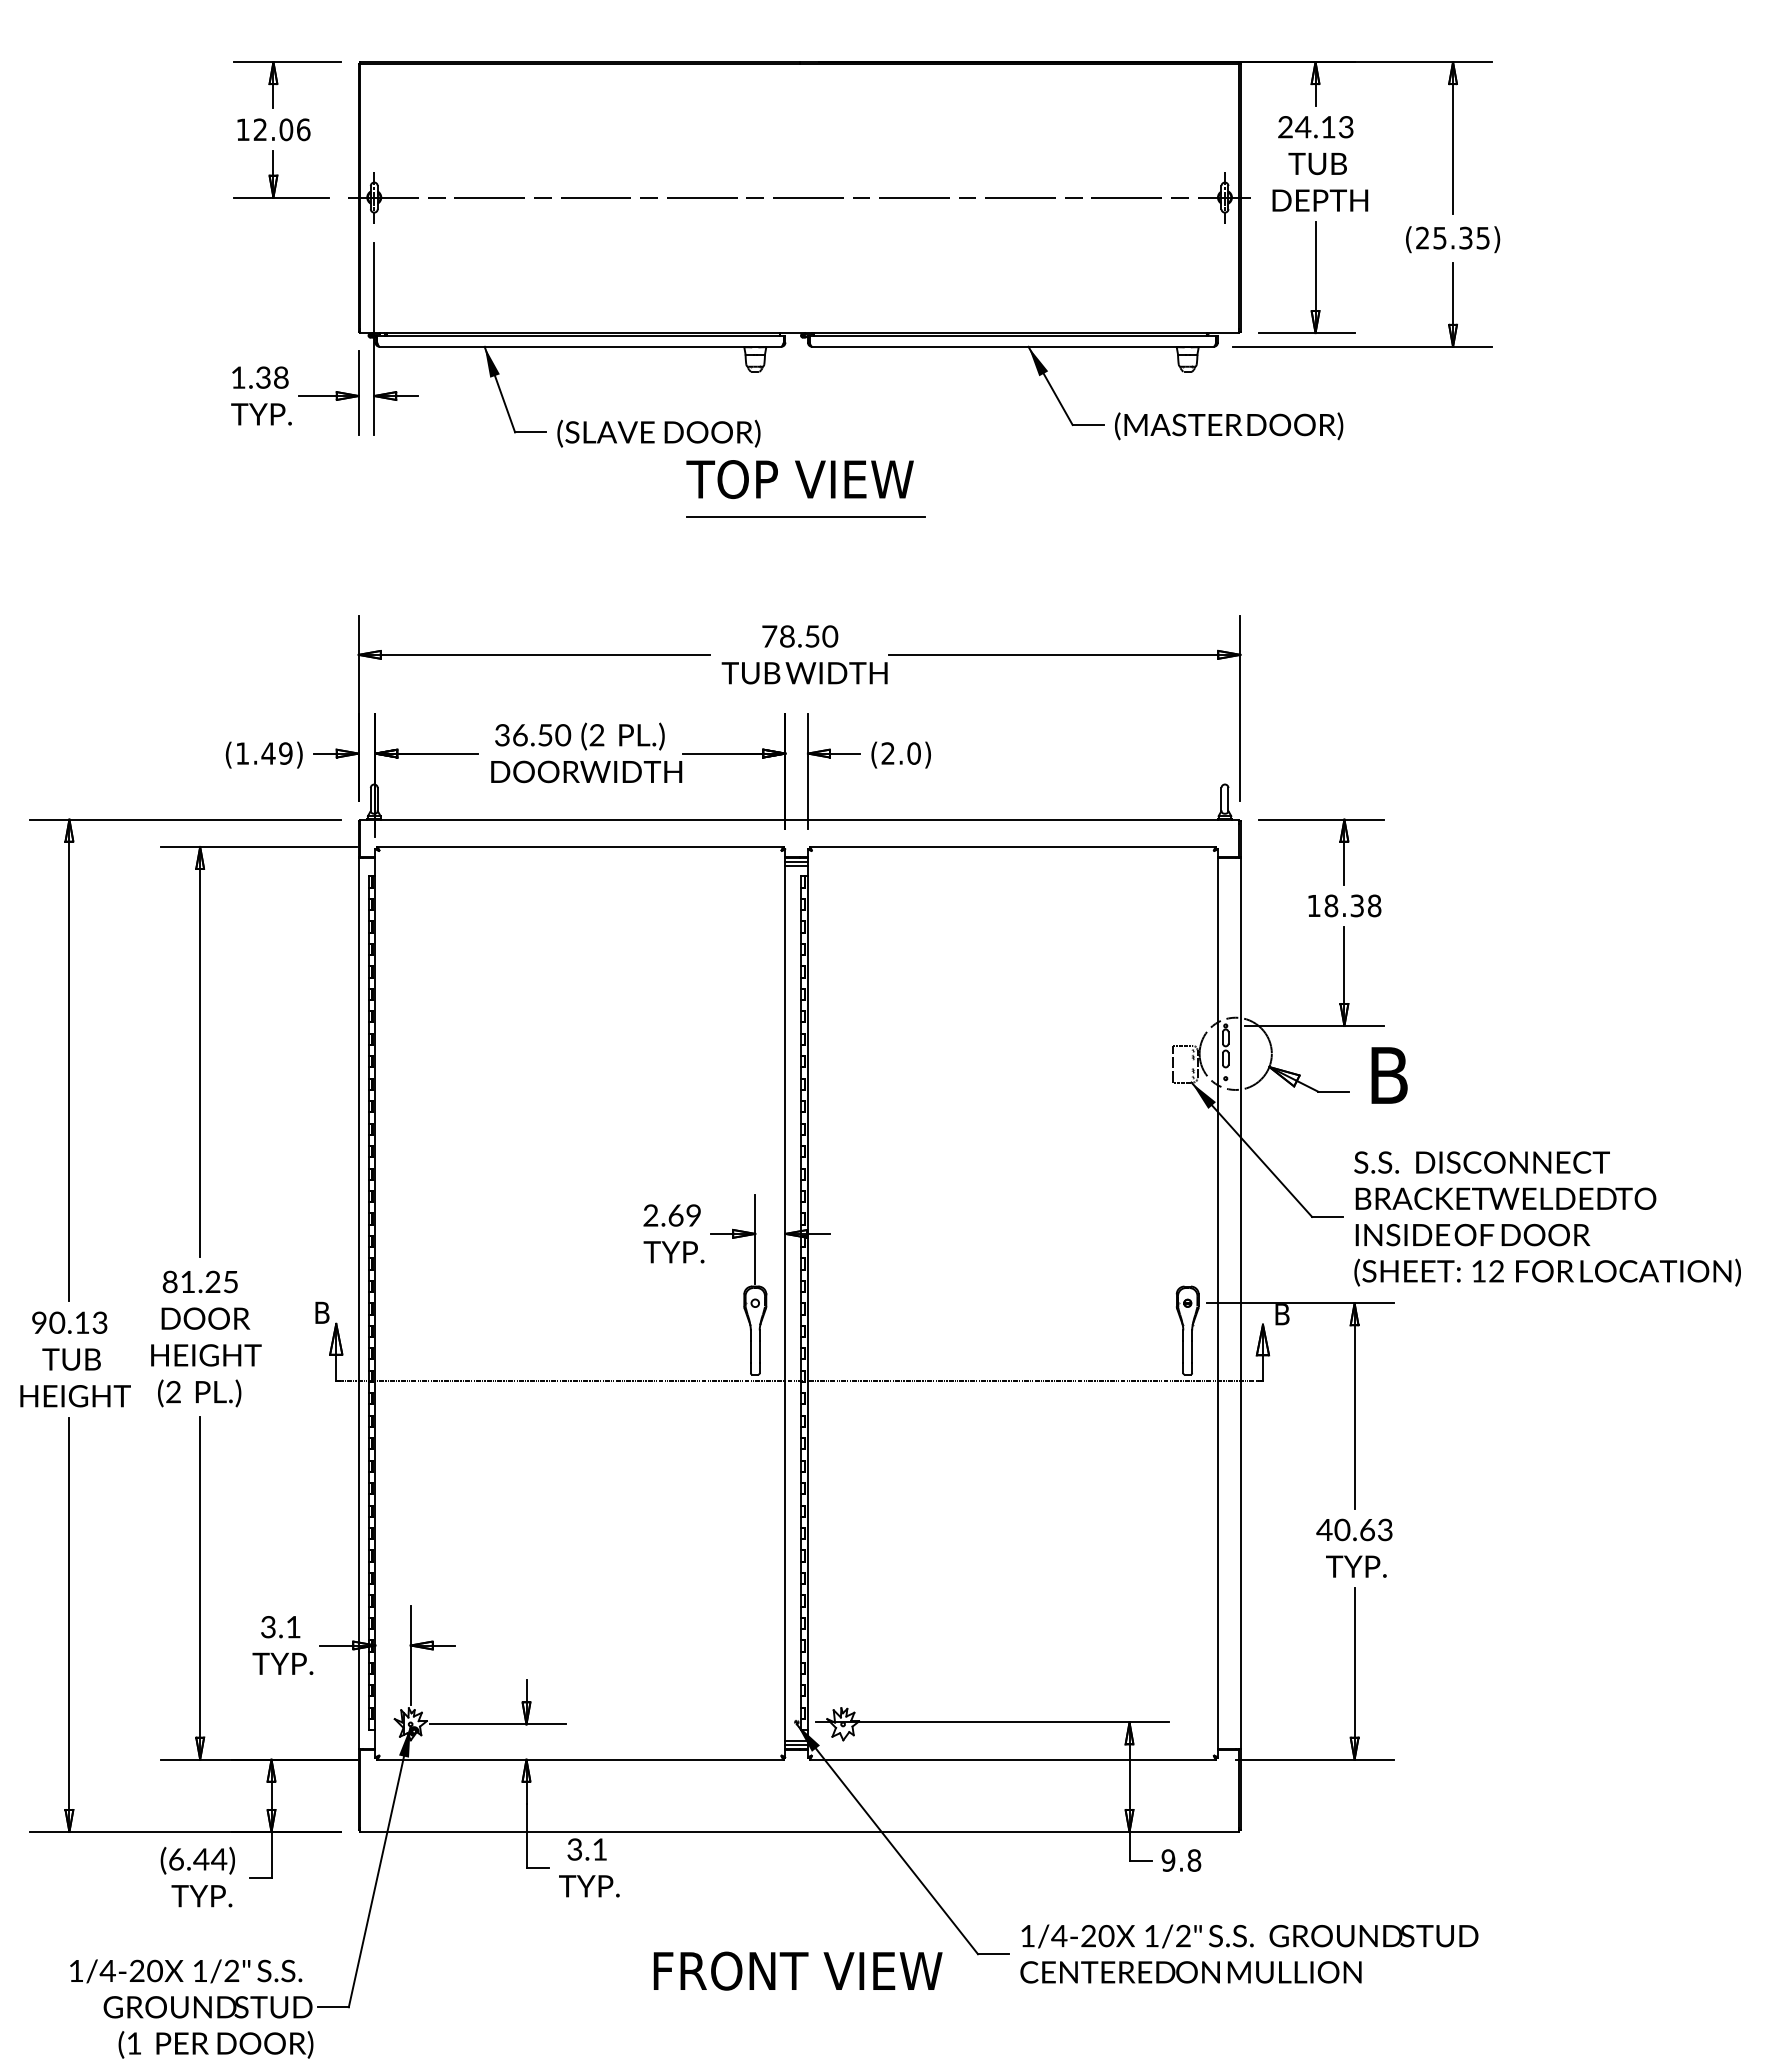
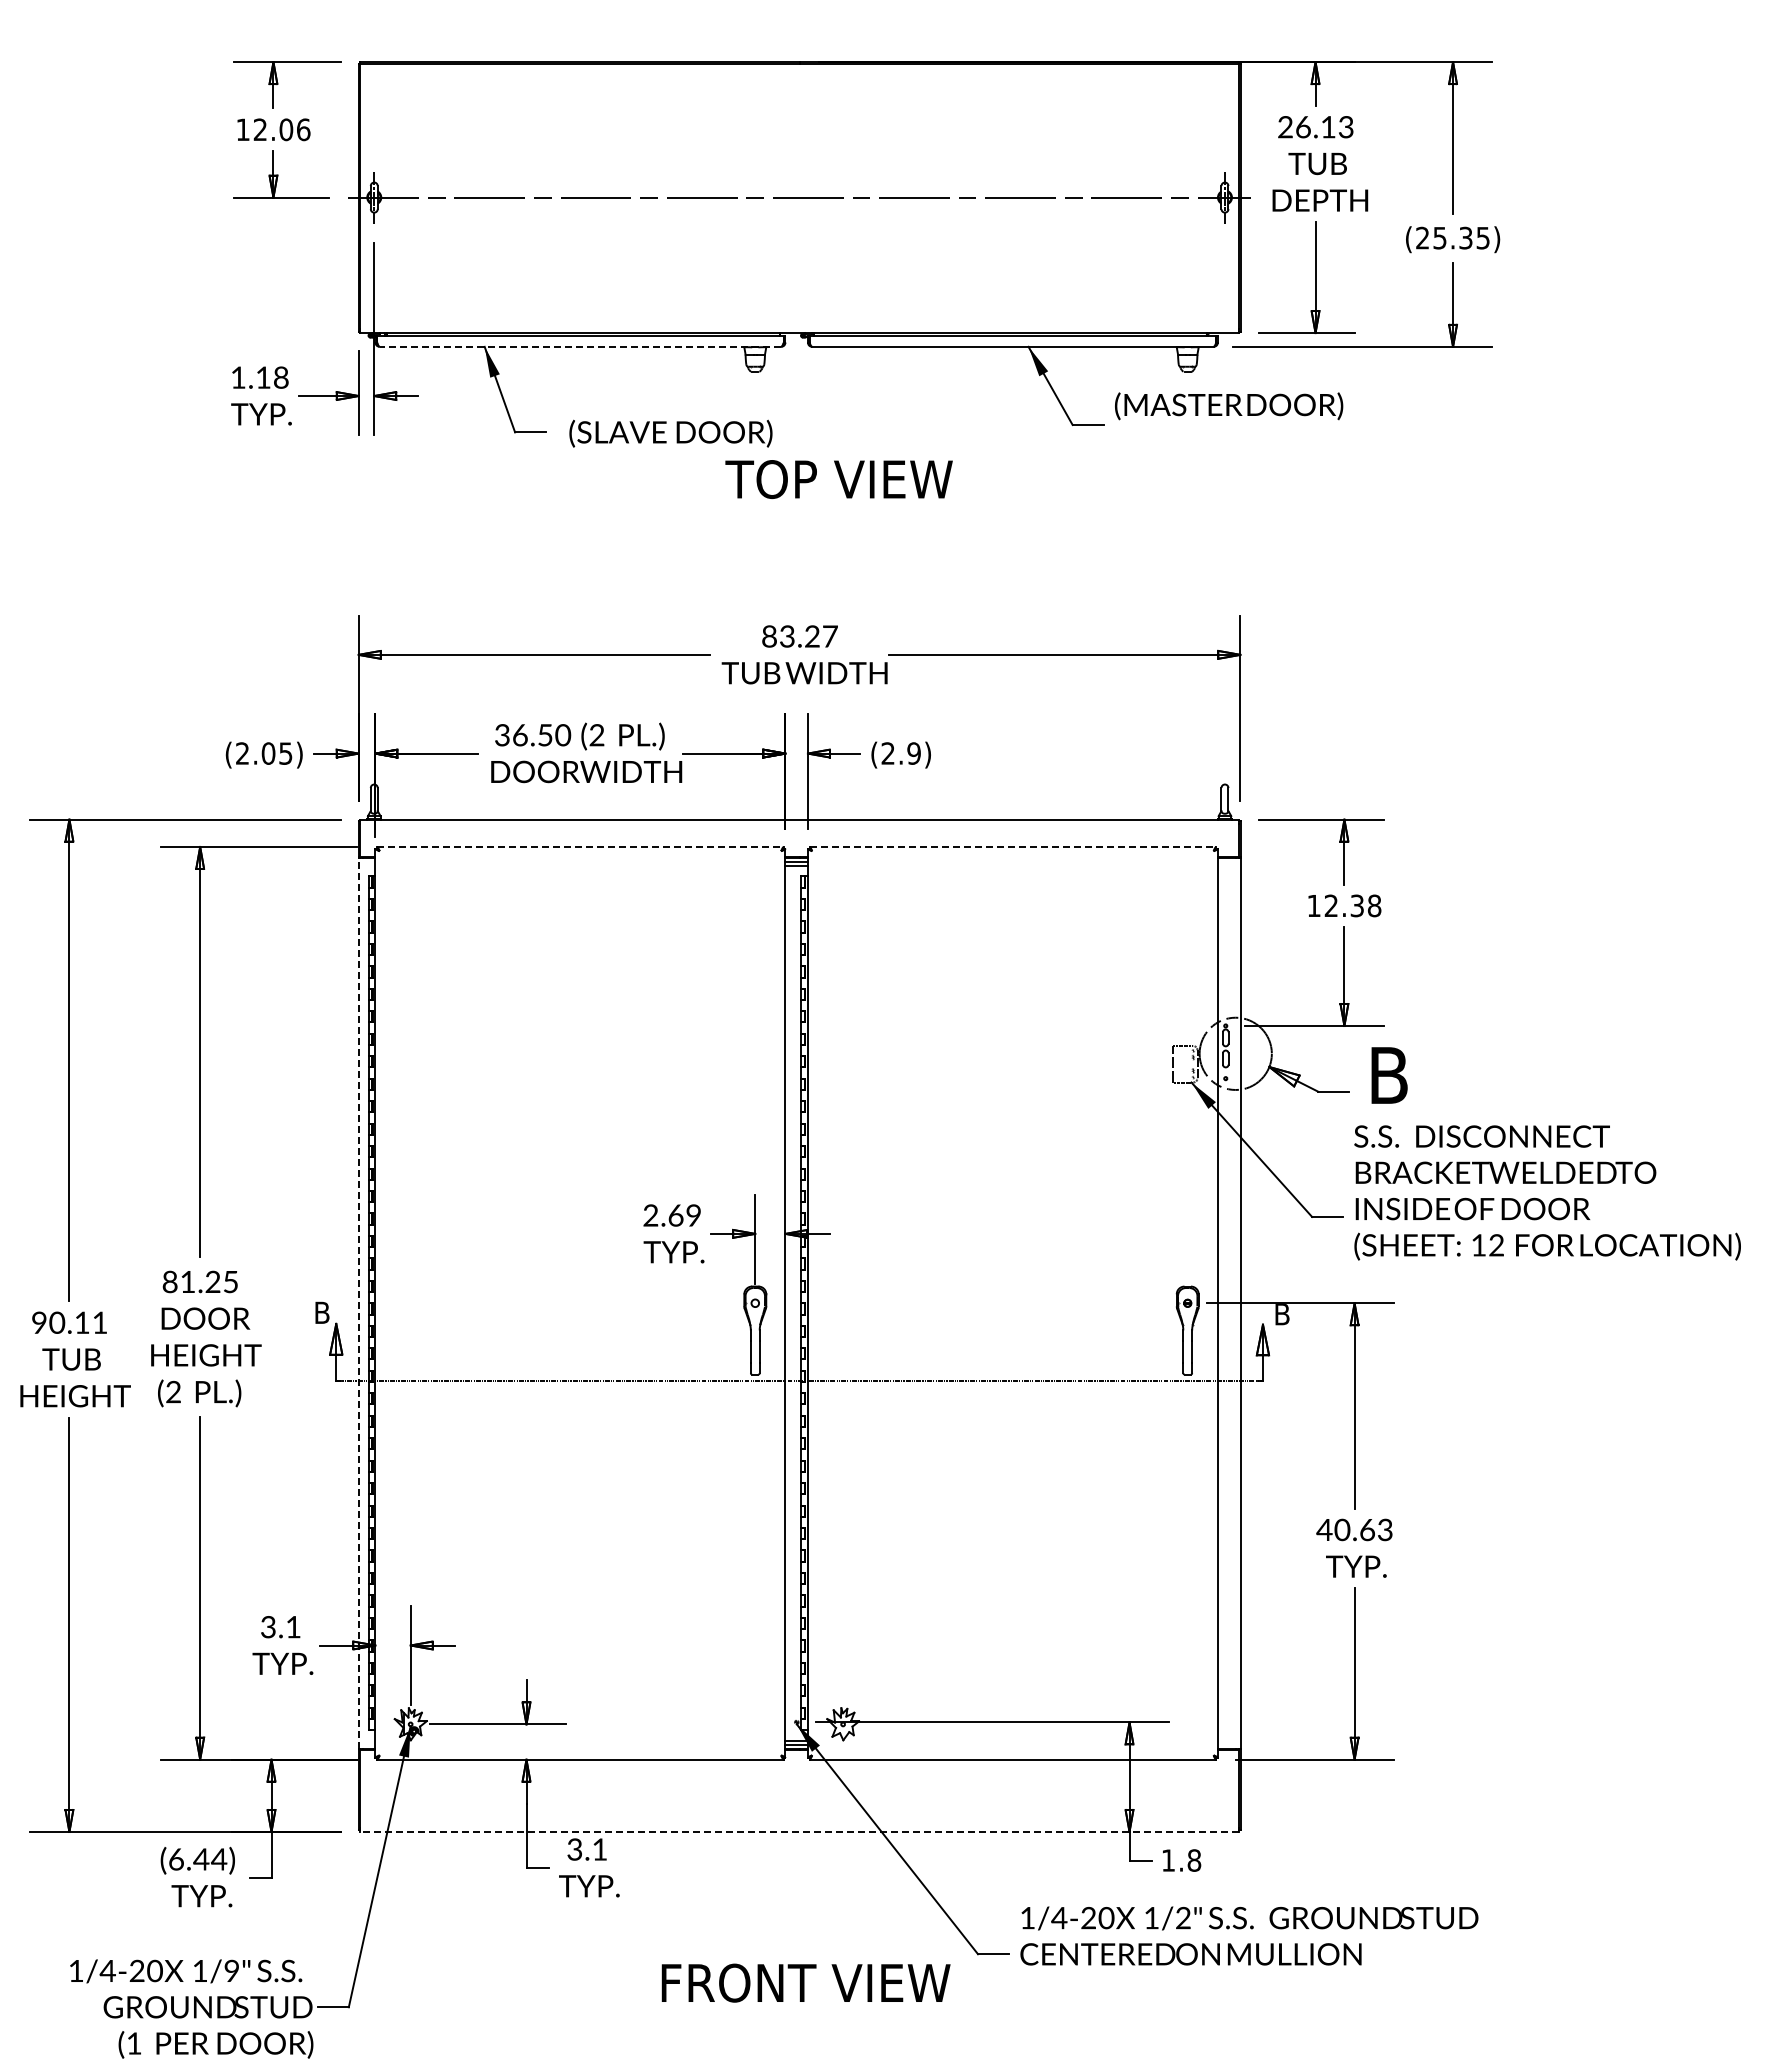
text at (1303, 127): 24.13 -> 26.13
line at (580, 346): solid -> dashed
text at (263, 377): 1.38 -> 1.18
text at (1229, 426) position: (1229, 426) -> (1229, 406)
text at (658, 433) position: (658, 433) -> (670, 433)
text at (799, 479) position: (799, 479) -> (838, 479)
line at (805, 516): present -> none
text at (800, 636): 78.50 -> 83.27
text at (264, 753): (1.49) -> (2.05)
text at (913, 753): (2.0) -> (2.9)
line at (580, 846): solid -> dashed
line at (1013, 846): solid -> dashed
text at (1331, 905): 18.38 -> 12.38
text at (1547, 1218) position: (1547, 1218) -> (1547, 1192)
line at (358, 1303): solid -> dashed
text at (99, 1322): 90.13 -> 90.11
line at (799, 1831): solid -> dashed
text at (1168, 1860): 9.8 -> 1.8
text at (1249, 1953) position: (1249, 1953) -> (1249, 1935)
text at (231, 1970): 1/2" -> 1/9"
text at (797, 1970) position: (797, 1970) -> (805, 1982)
